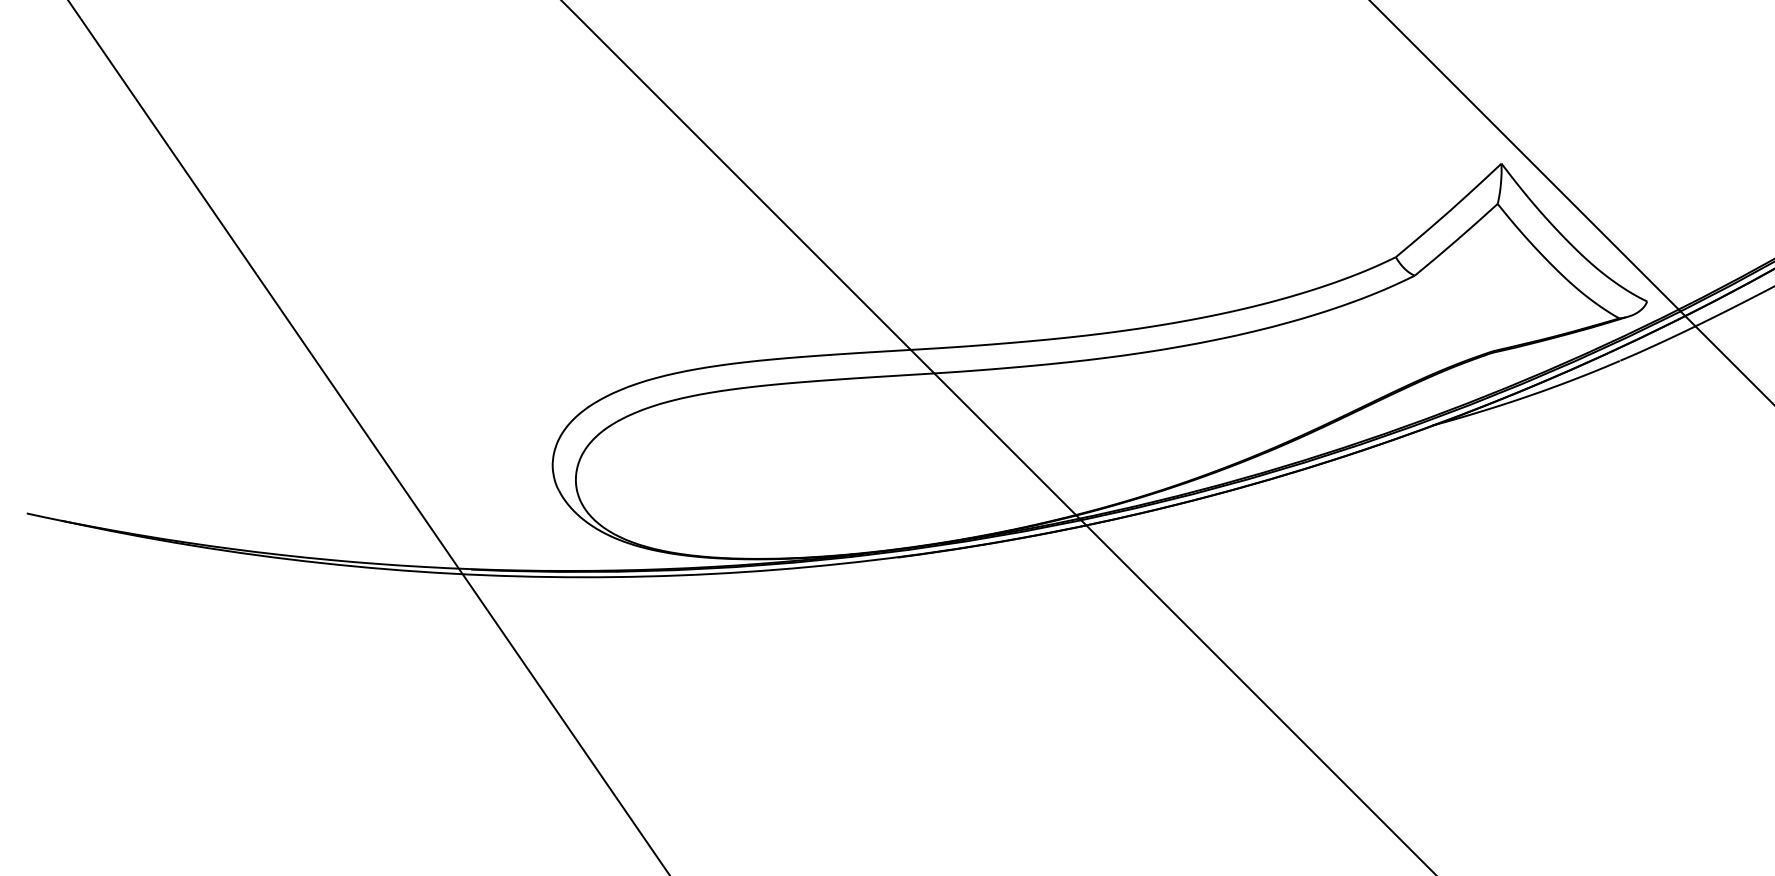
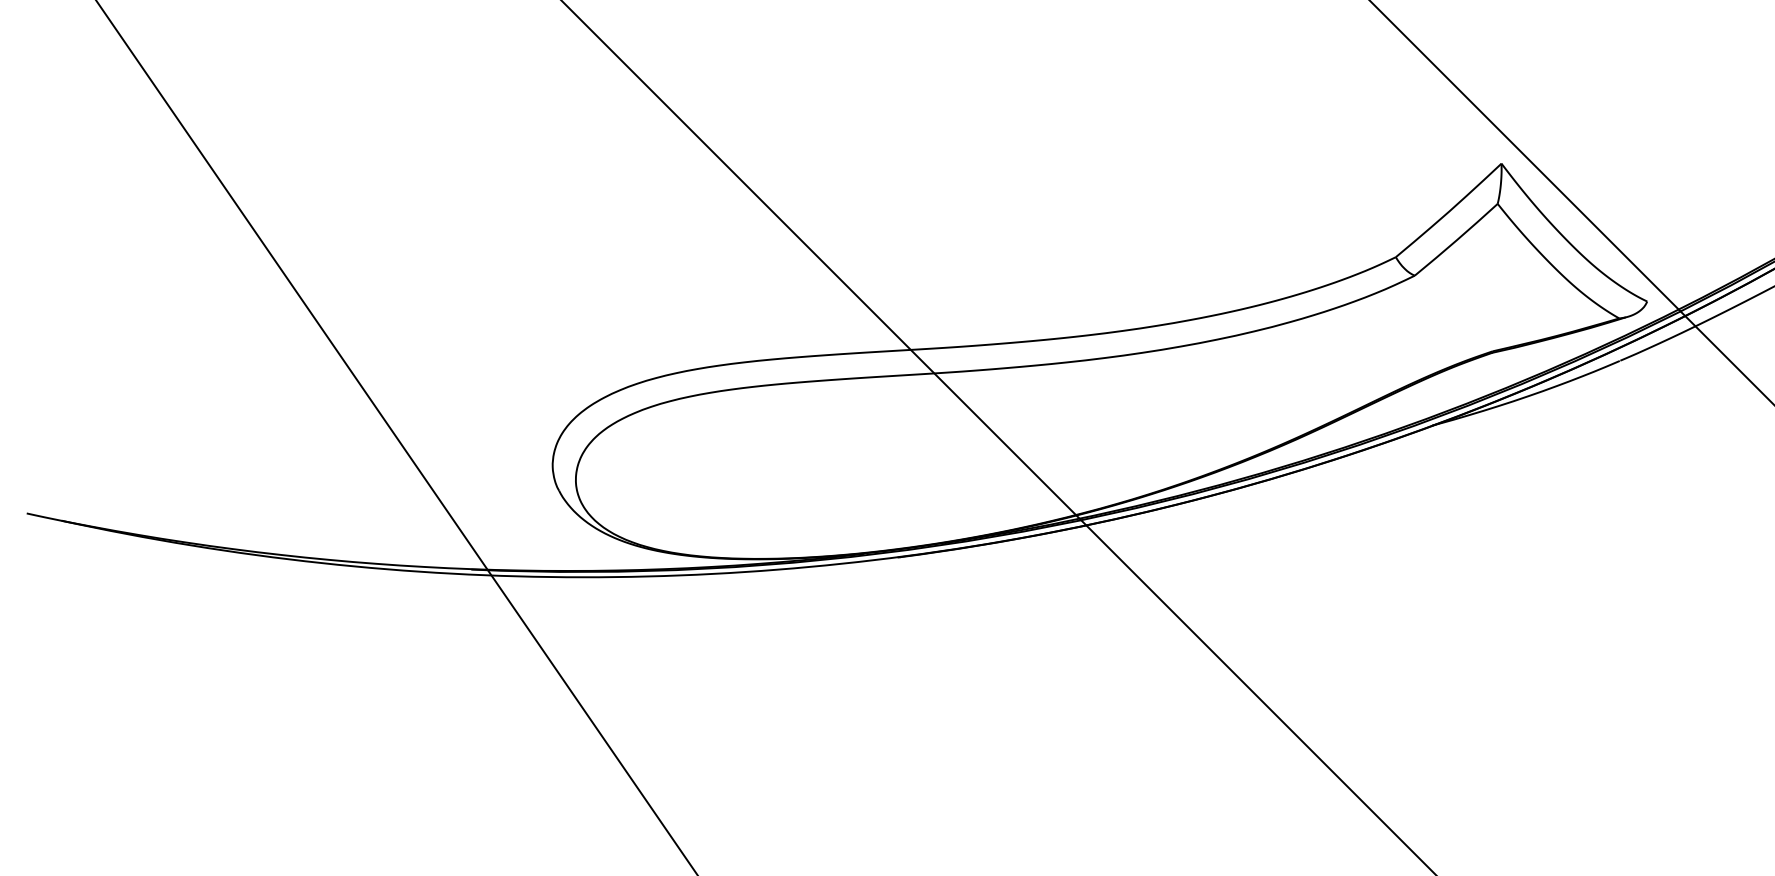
line at (368, 437) position: (368, 437) -> (396, 437)
